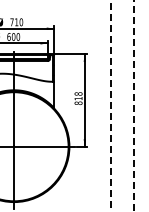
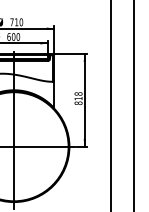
line at (133, 105): dashed -> solid
line at (110, 106): dashed -> solid
